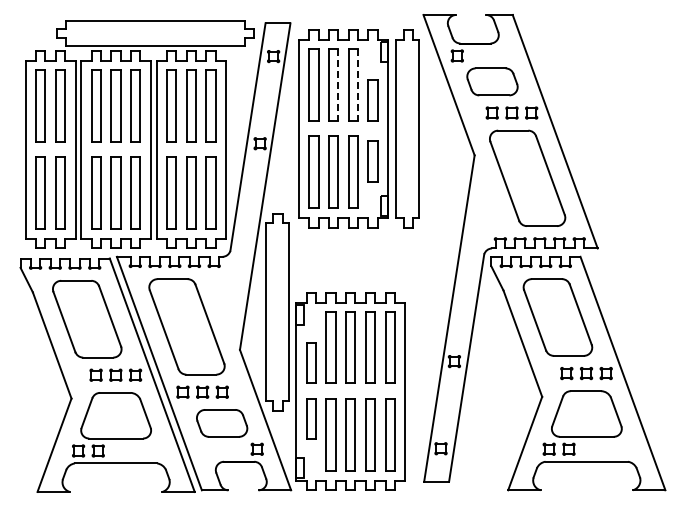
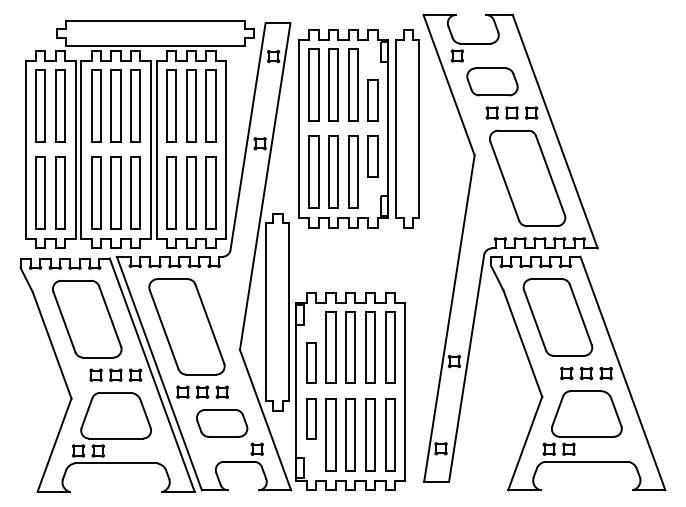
line at (338, 84): dashed -> solid
line at (358, 84): dashed -> solid
part at (372, 161) position: (372, 161) -> (372, 156)
